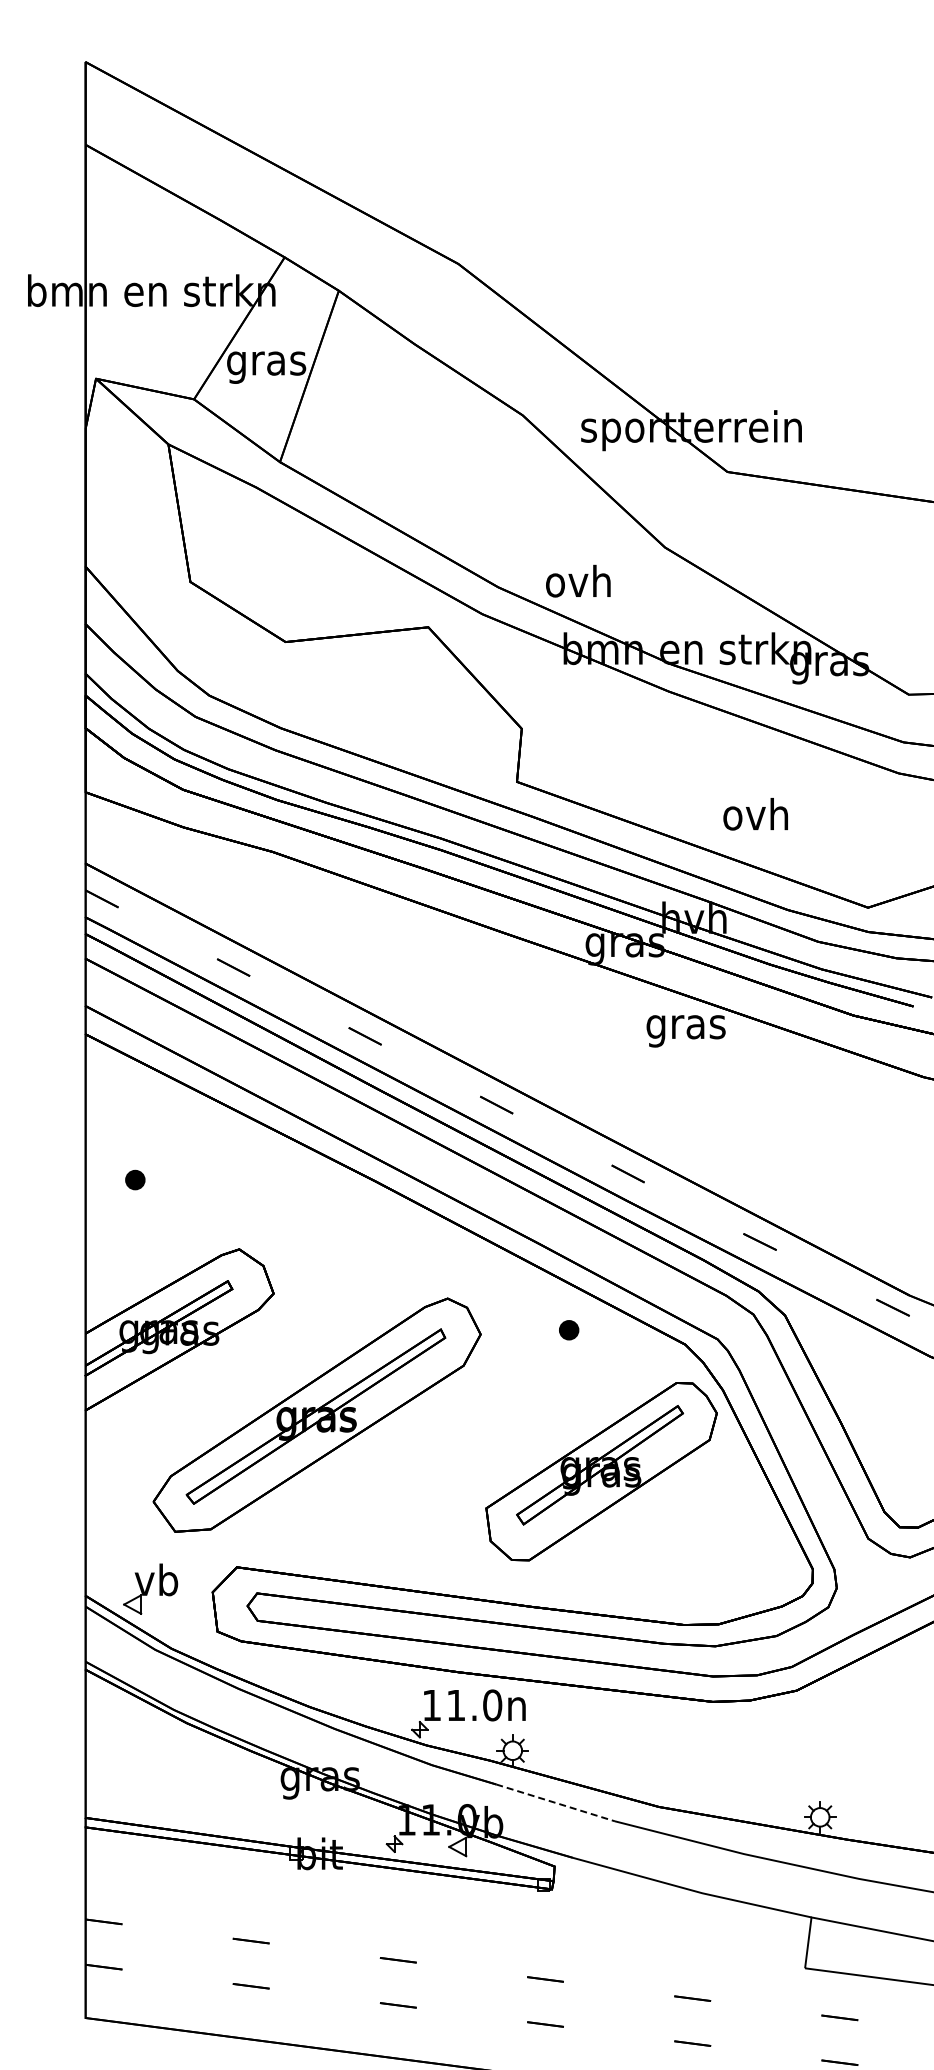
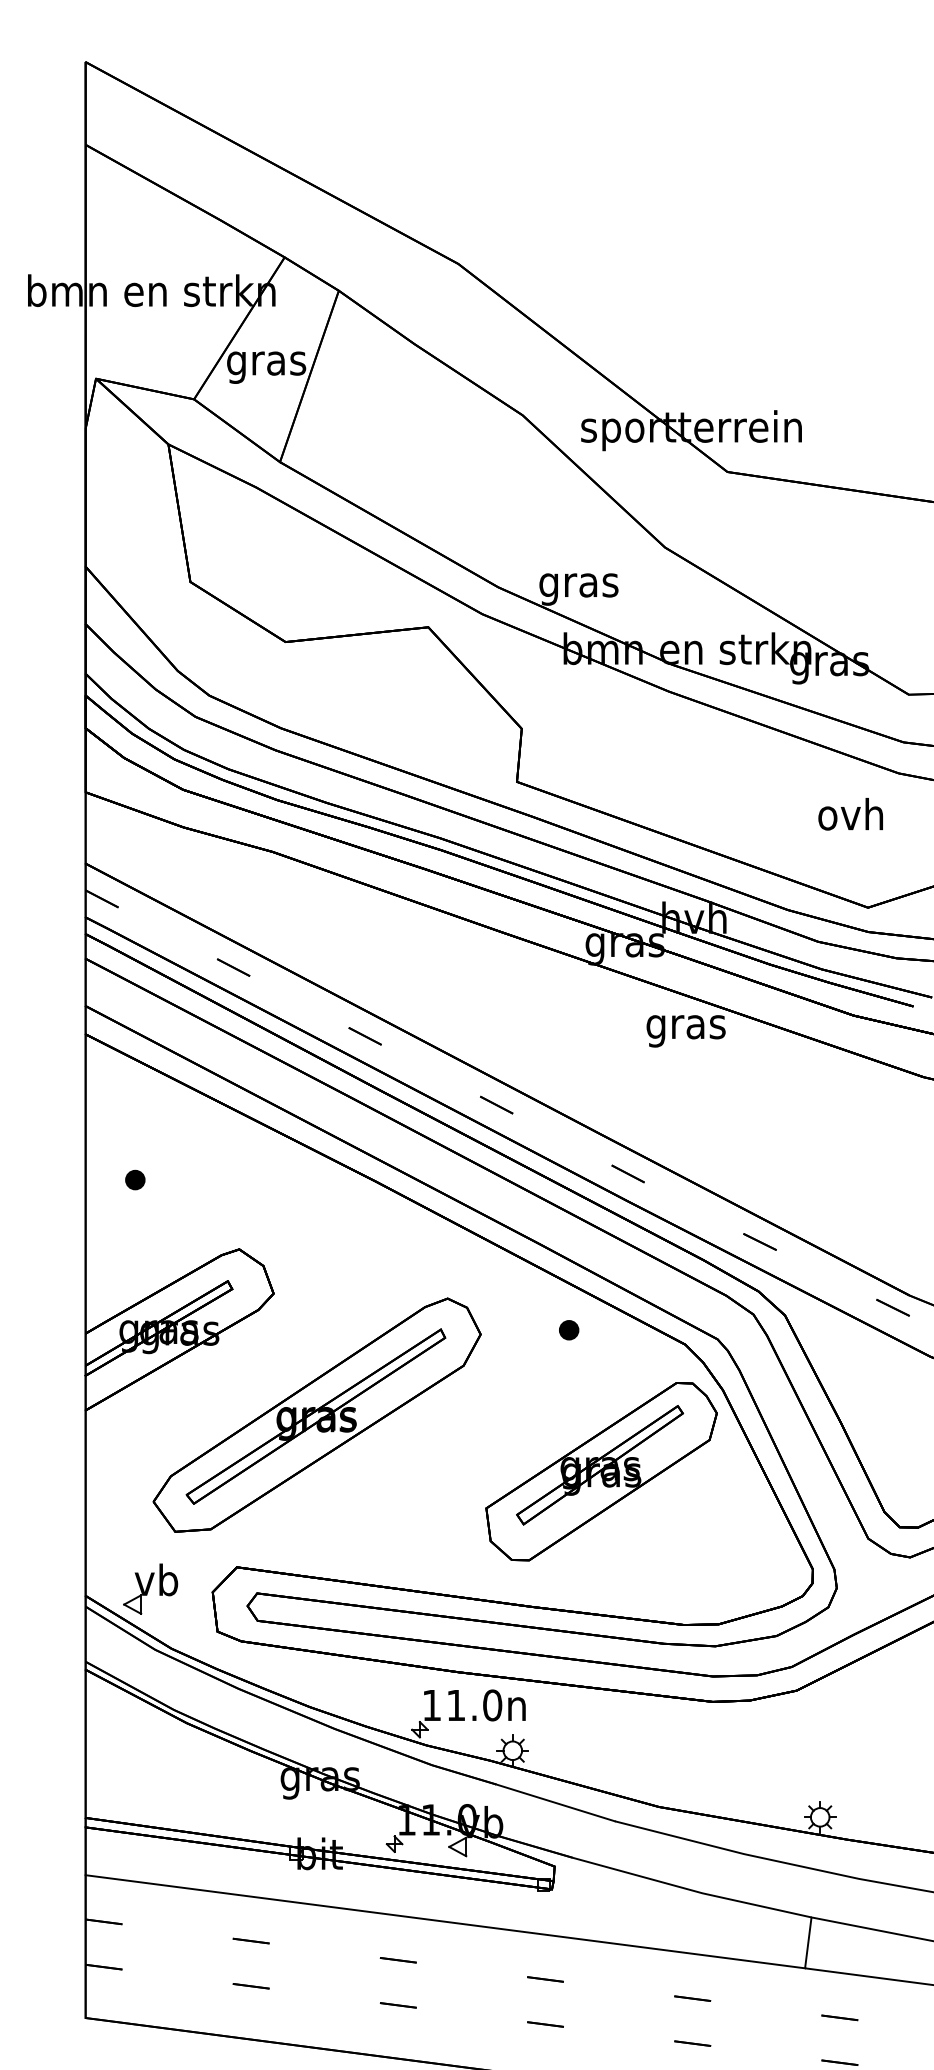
text at (578, 584): ovh -> gras
text at (755, 814) position: (755, 814) -> (850, 814)
line at (556, 1803): dashed -> solid
line at (445, 1921): none -> present
